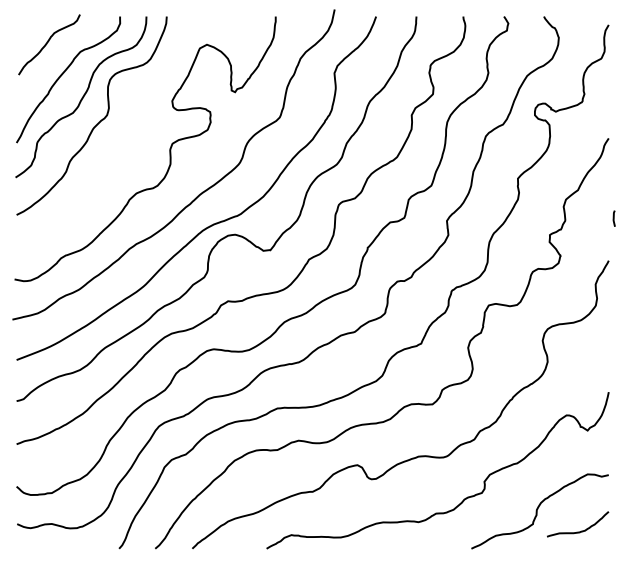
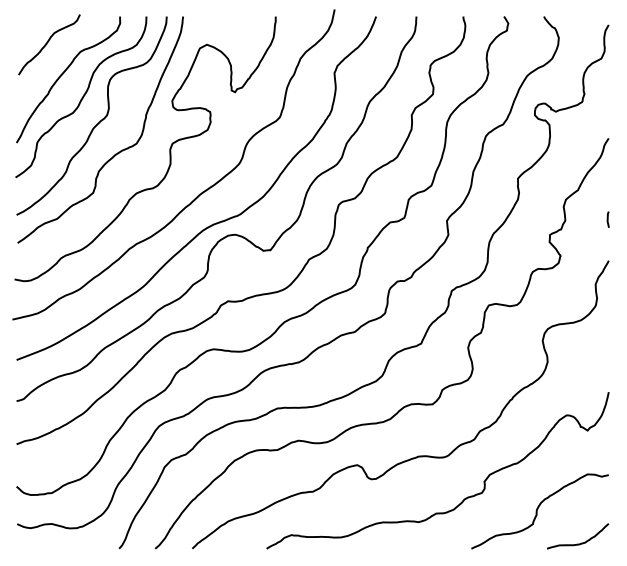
curve at (115, 153): none -> present
line at (613, 218) position: (613, 218) -> (607, 219)
curve at (581, 530) position: (581, 530) -> (581, 542)
